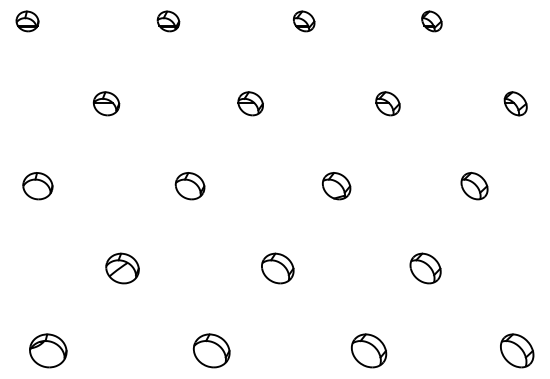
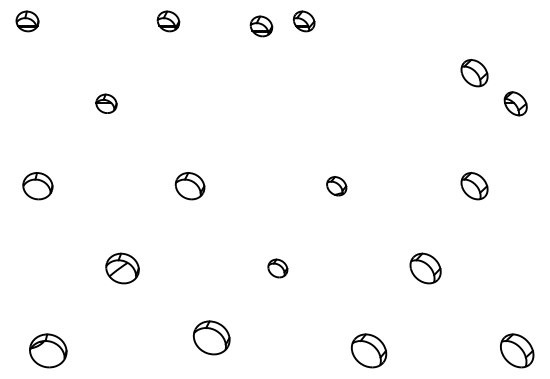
part at (431, 21): present -> none
part at (261, 26): none -> present
part at (474, 73): none -> present
part at (106, 103) size: 29x26 px -> 23x21 px
part at (250, 103): present -> none
part at (387, 103): present -> none
part at (336, 186) size: 30x29 px -> 22x21 px
part at (277, 268) size: 34x33 px -> 22x21 px
part at (211, 350) position: (211, 350) -> (211, 337)
